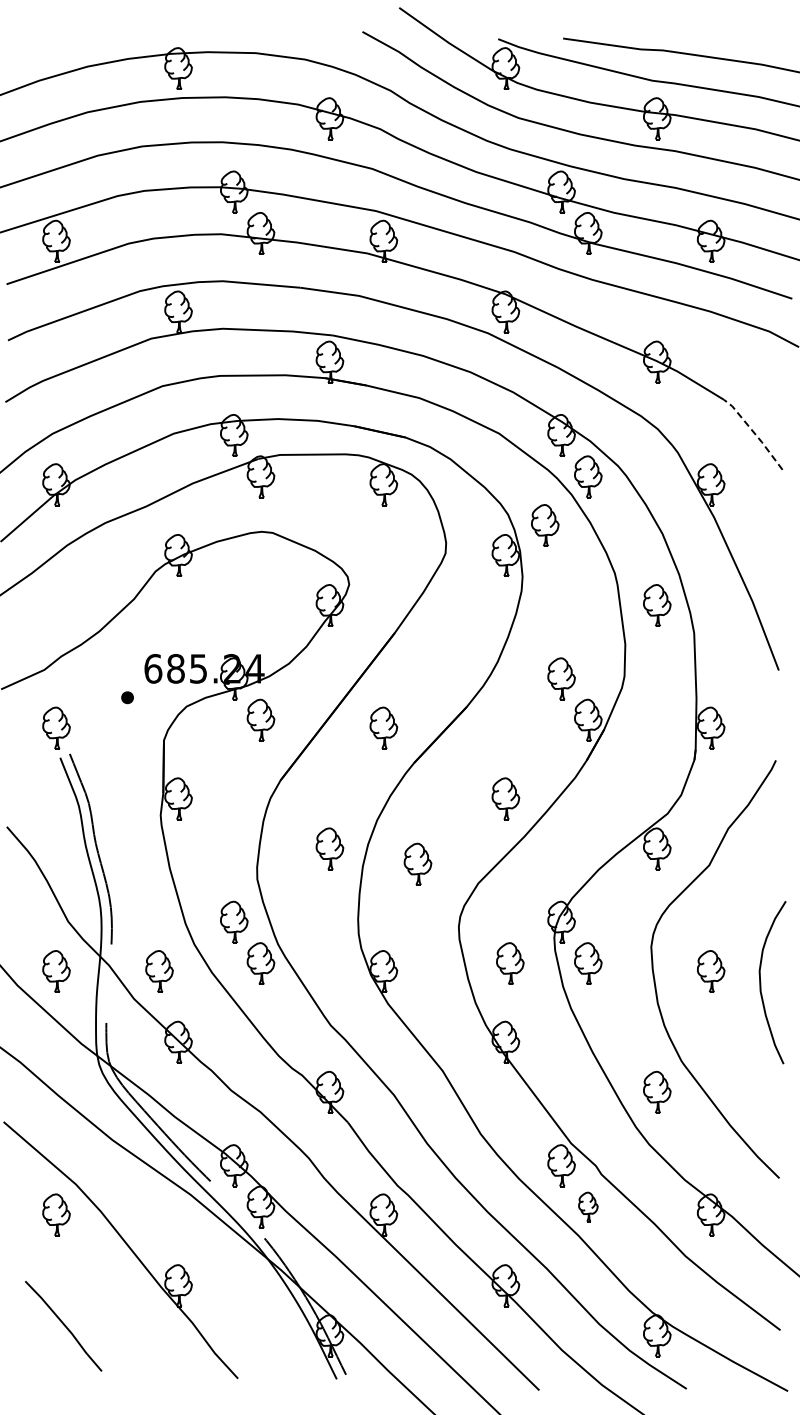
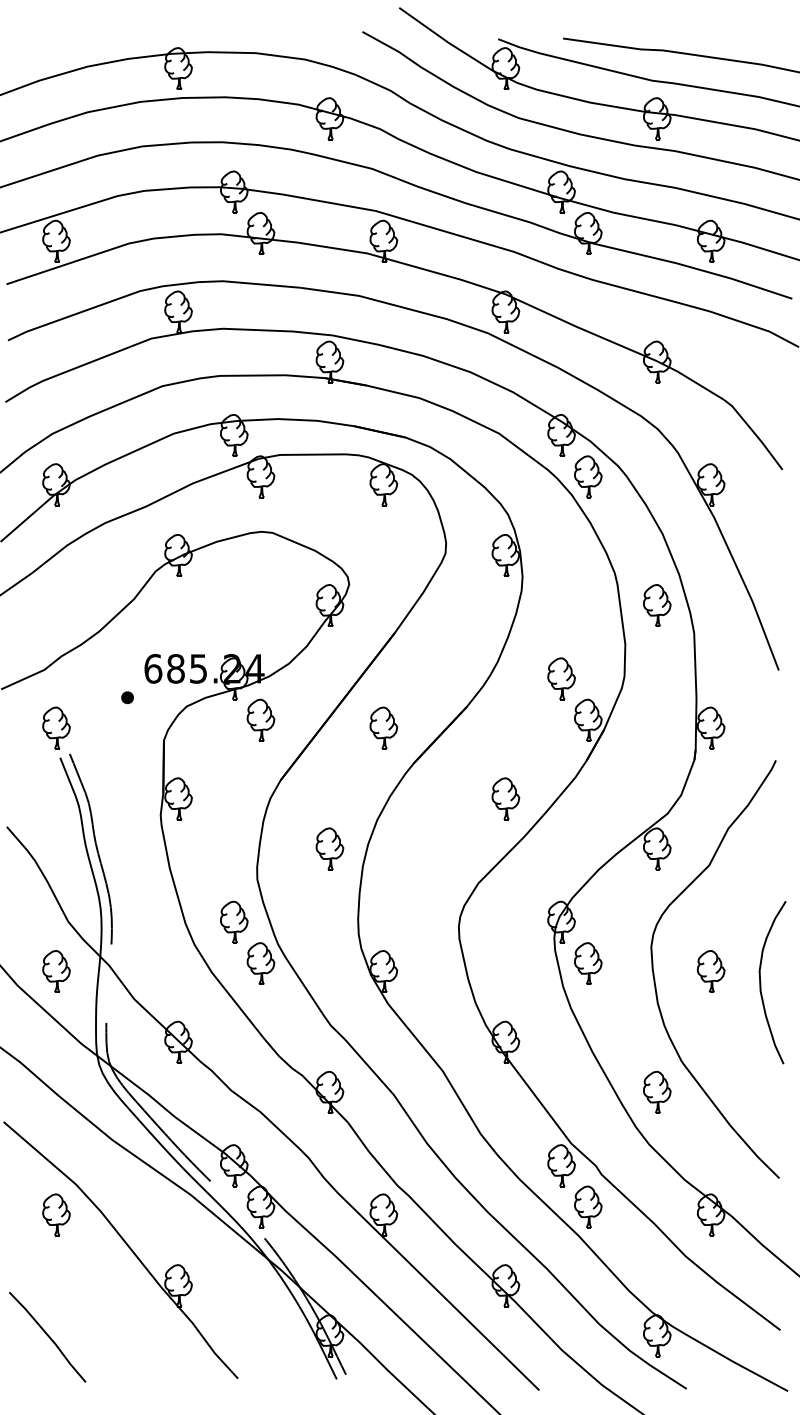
line at (754, 433): dashed -> solid
part at (545, 525): present -> none
part at (417, 863): present -> none
part at (510, 963): present -> none
part at (159, 971): present -> none
part at (588, 1206) size: 21x32 px -> 29x44 px
line at (63, 1325) position: (63, 1325) -> (47, 1336)
